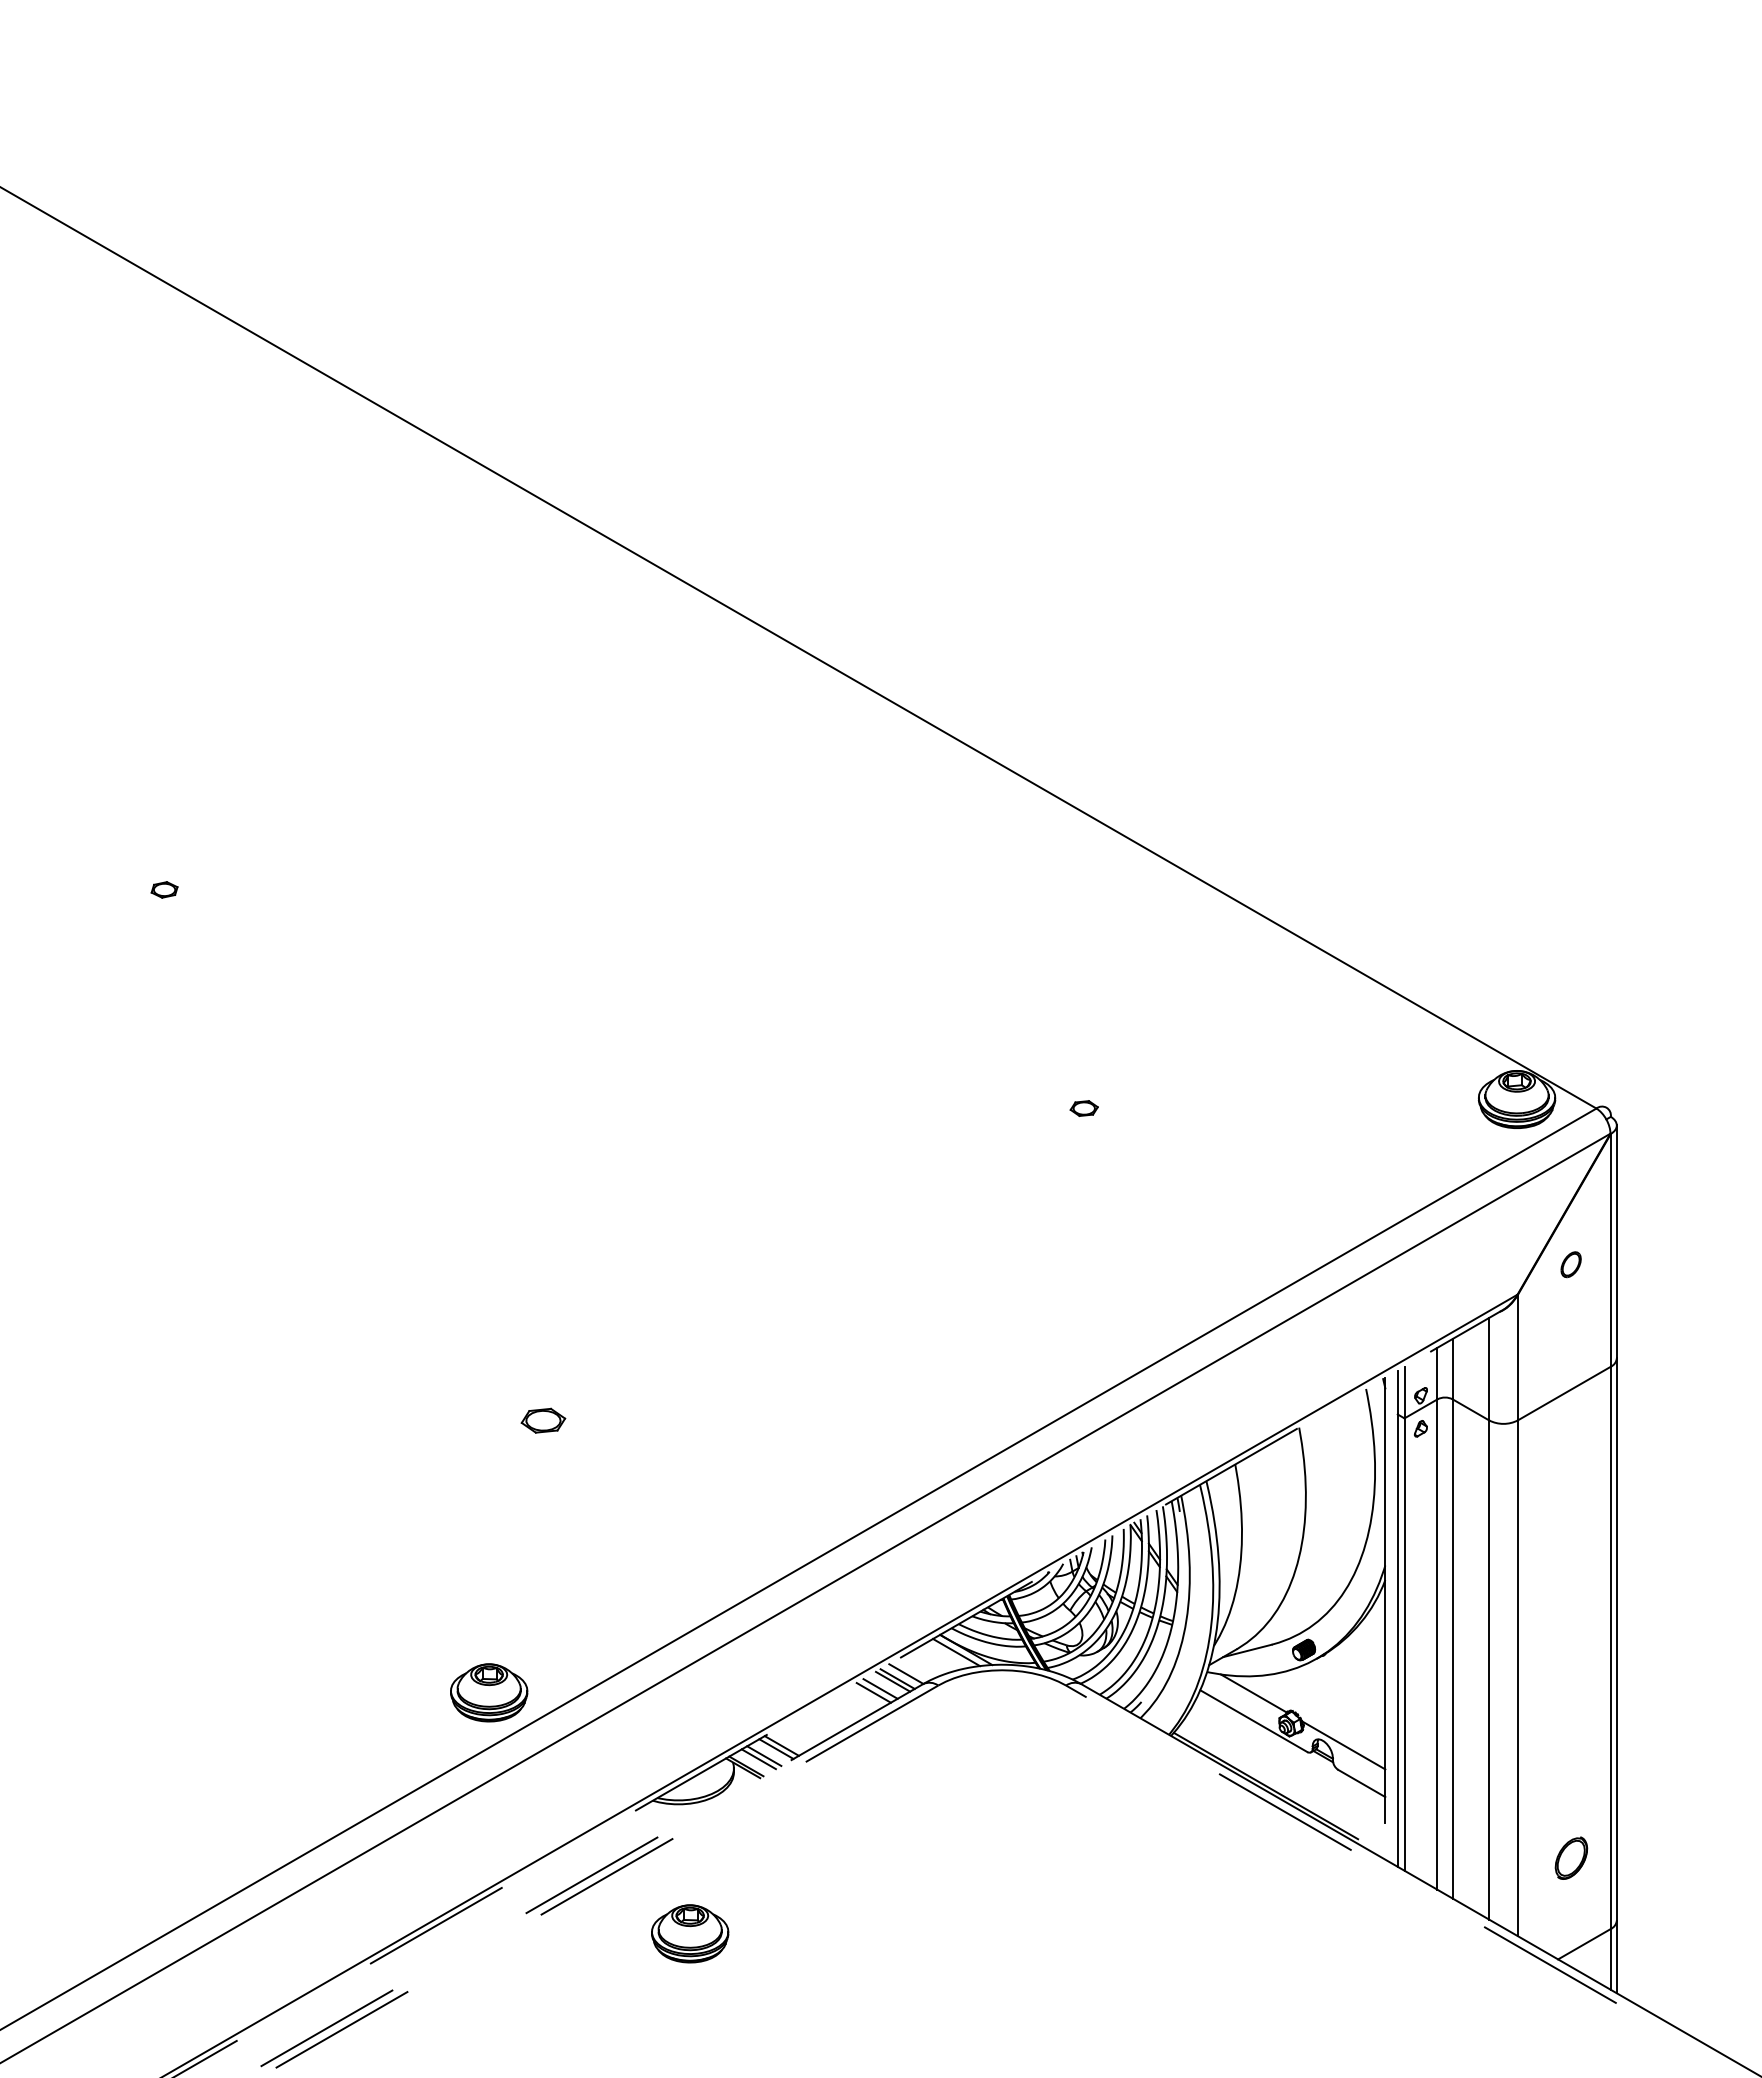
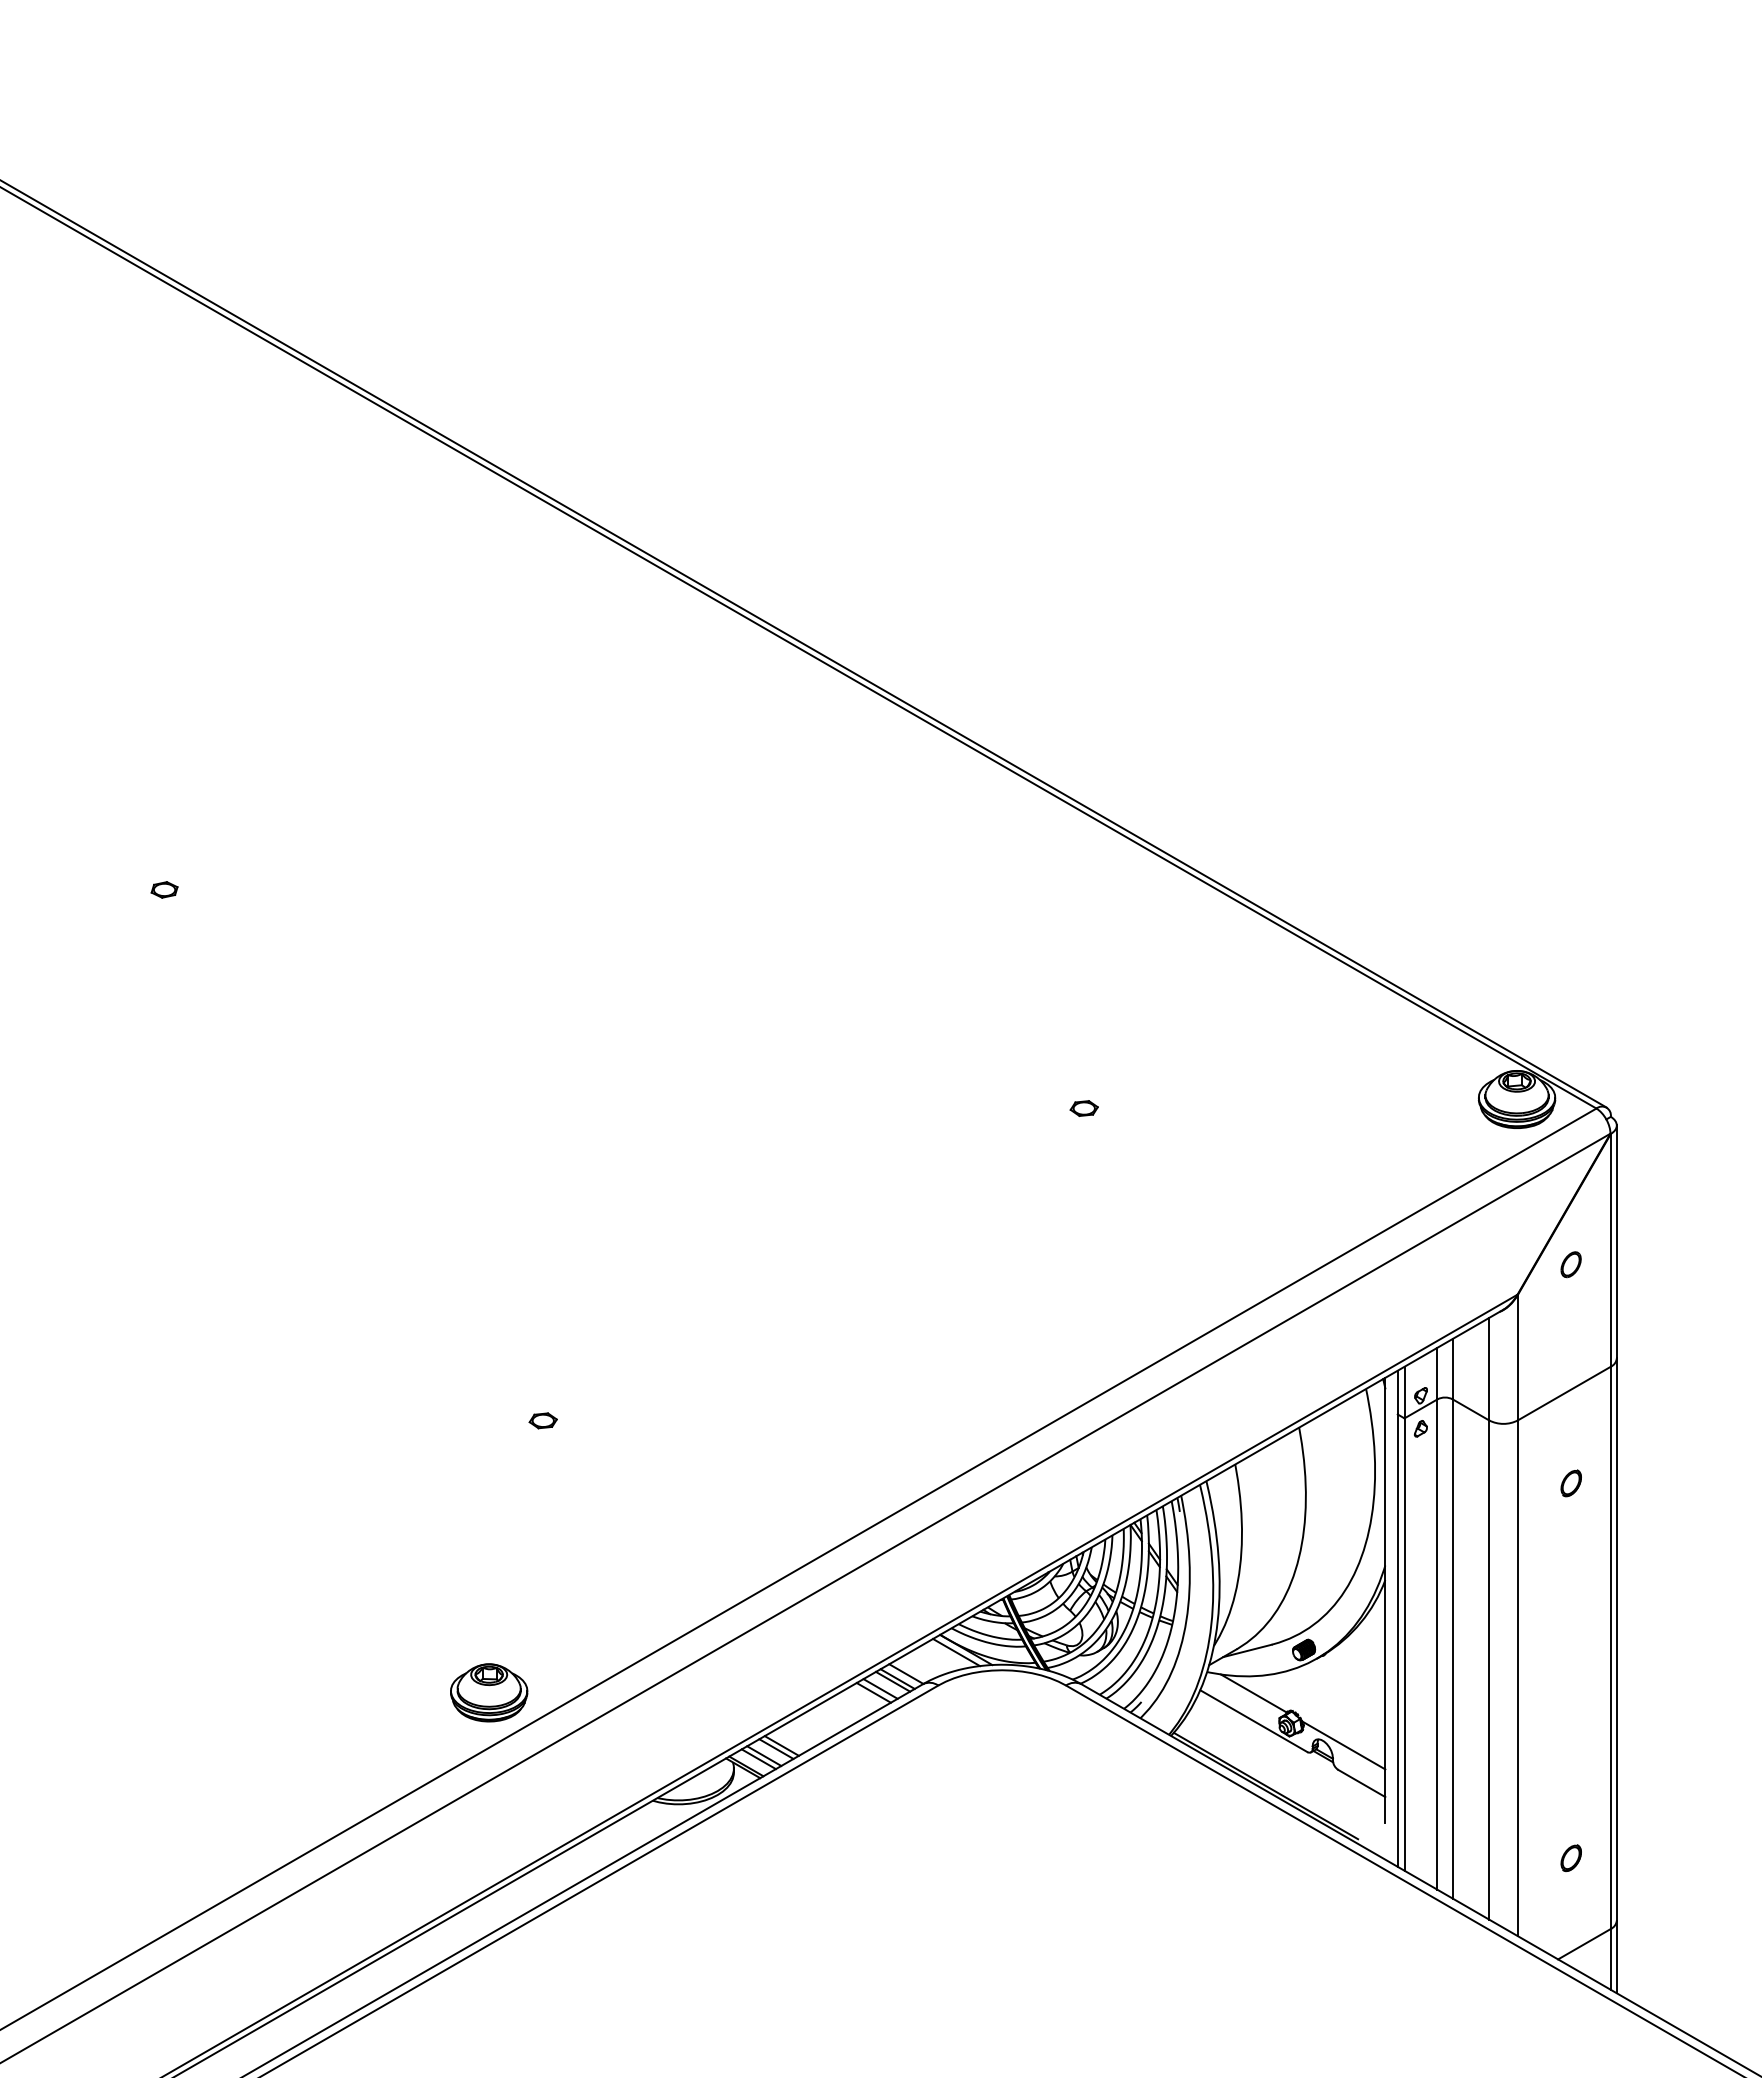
line at (804, 644): none -> present
part at (543, 1420) size: 47x27 px -> 30x18 px
part at (1570, 1483): none -> present
line at (838, 1693): dashed -> solid
part at (1571, 1857) size: 35x44 px -> 22x28 px
line at (582, 1880): dashed -> solid
line at (598, 1881): dashed -> solid
line at (1405, 1881): dashed -> solid
part at (690, 1933): present -> none
